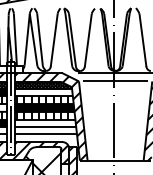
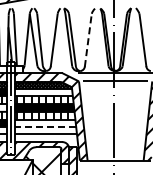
line at (88, 40): solid -> dashed
line at (45, 127): solid -> dashed
